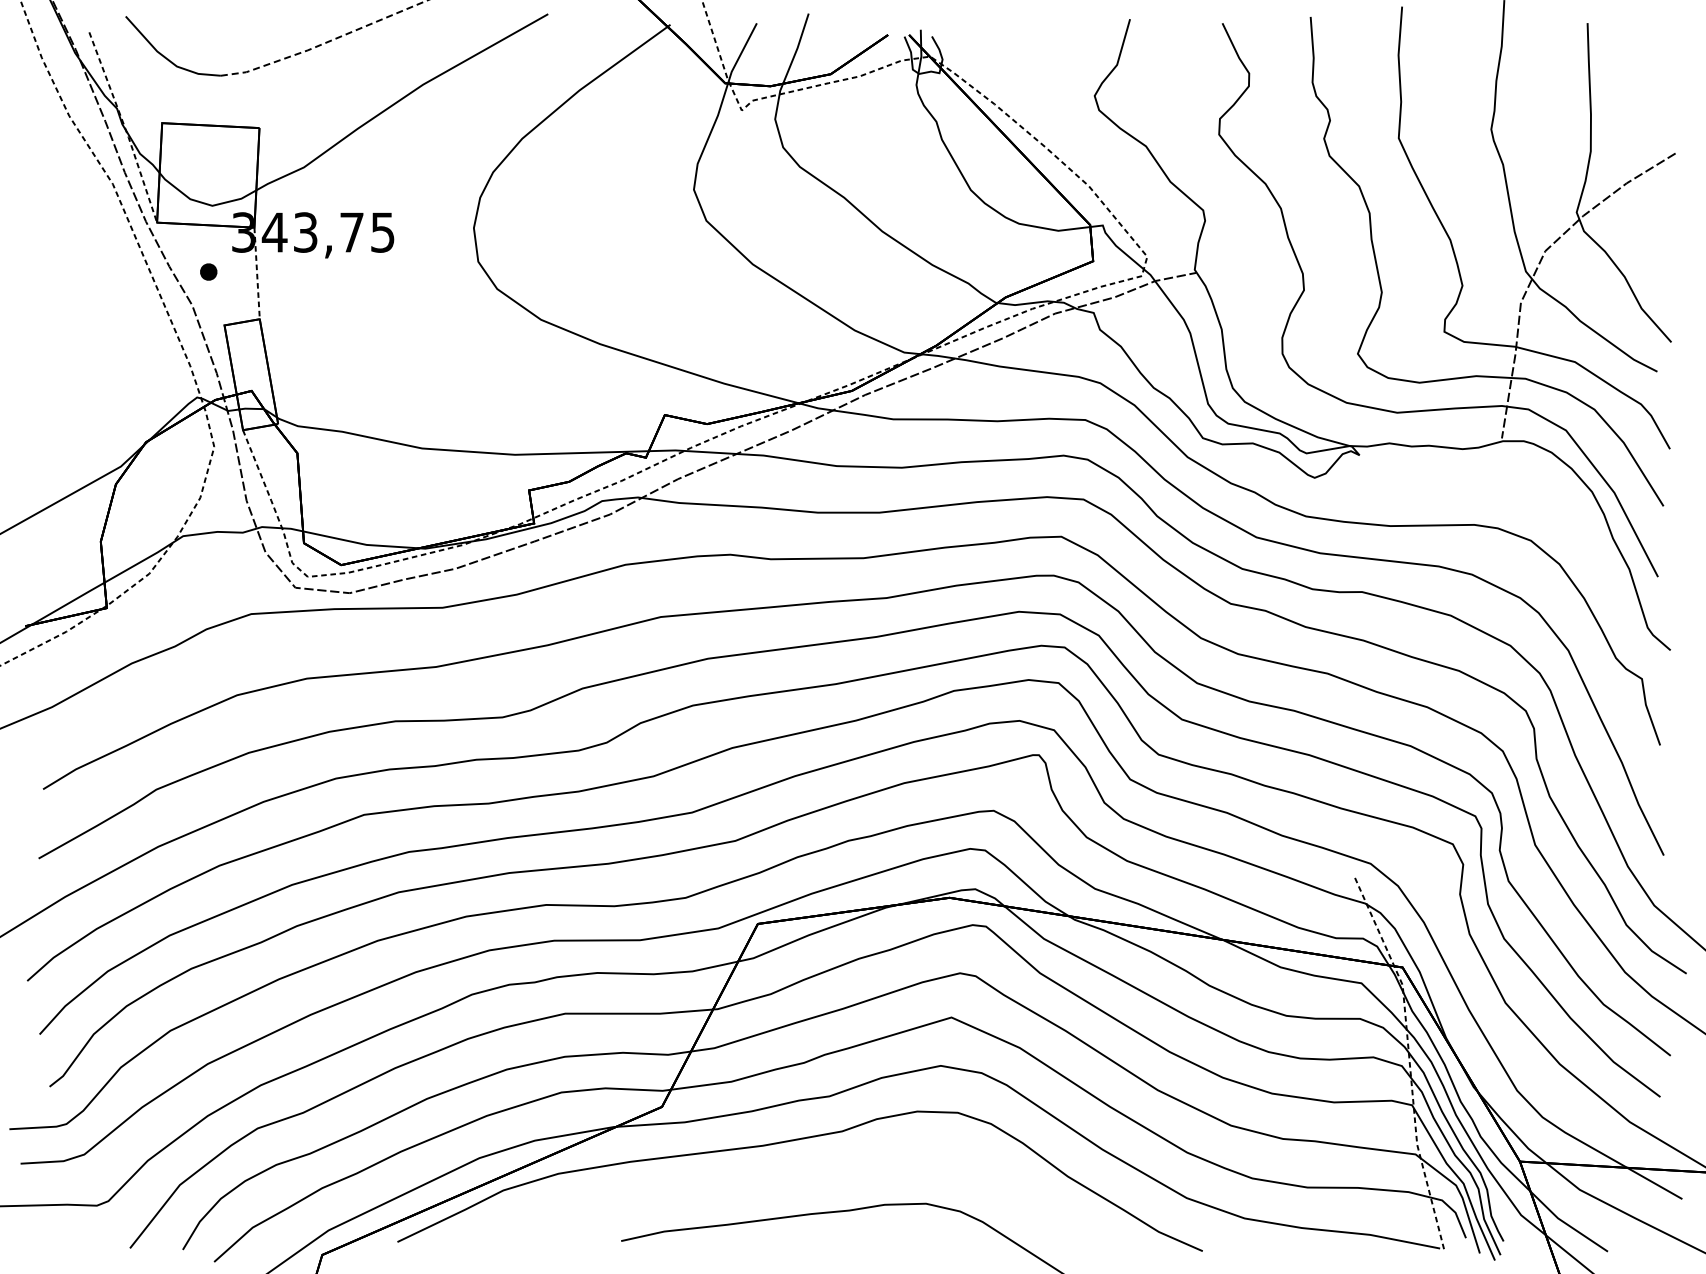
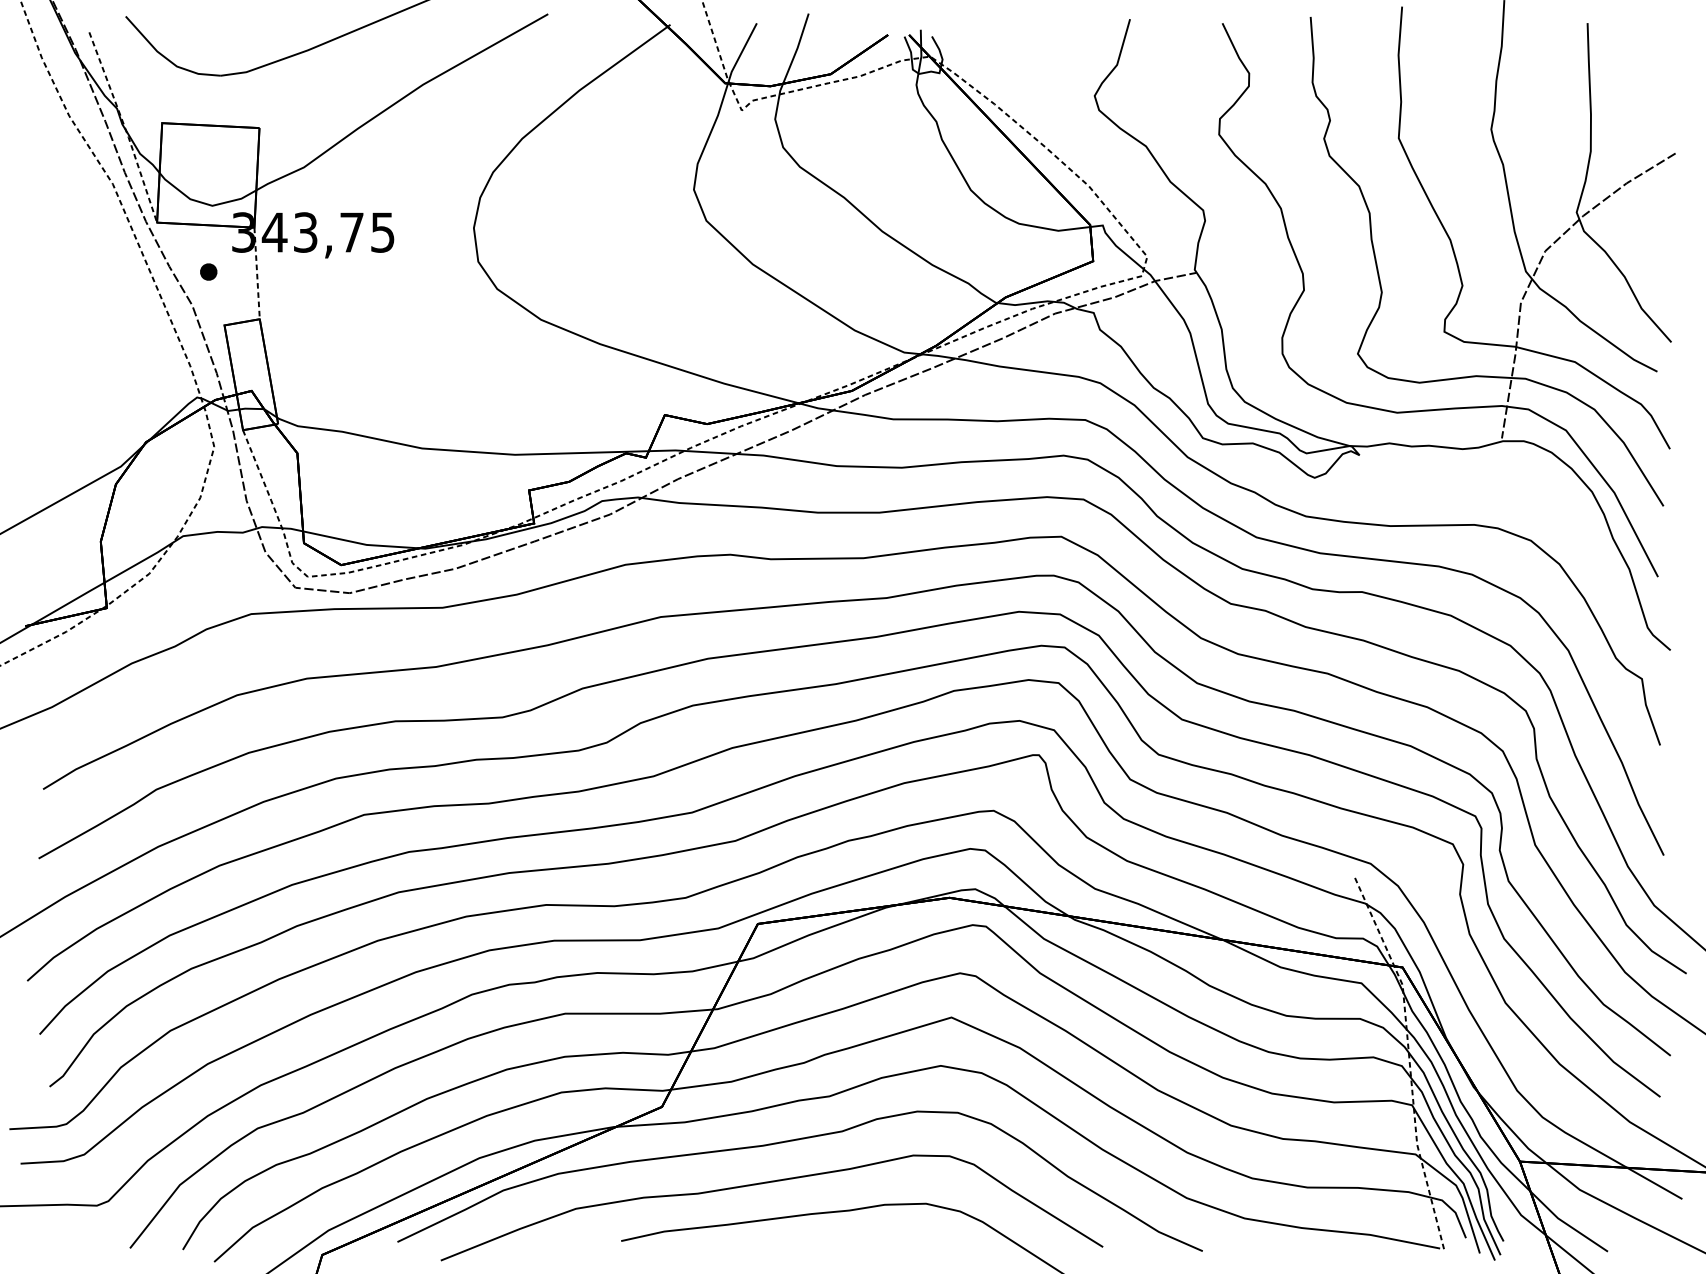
line at (325, 43): dashed -> solid
curve at (768, 1183): none -> present
